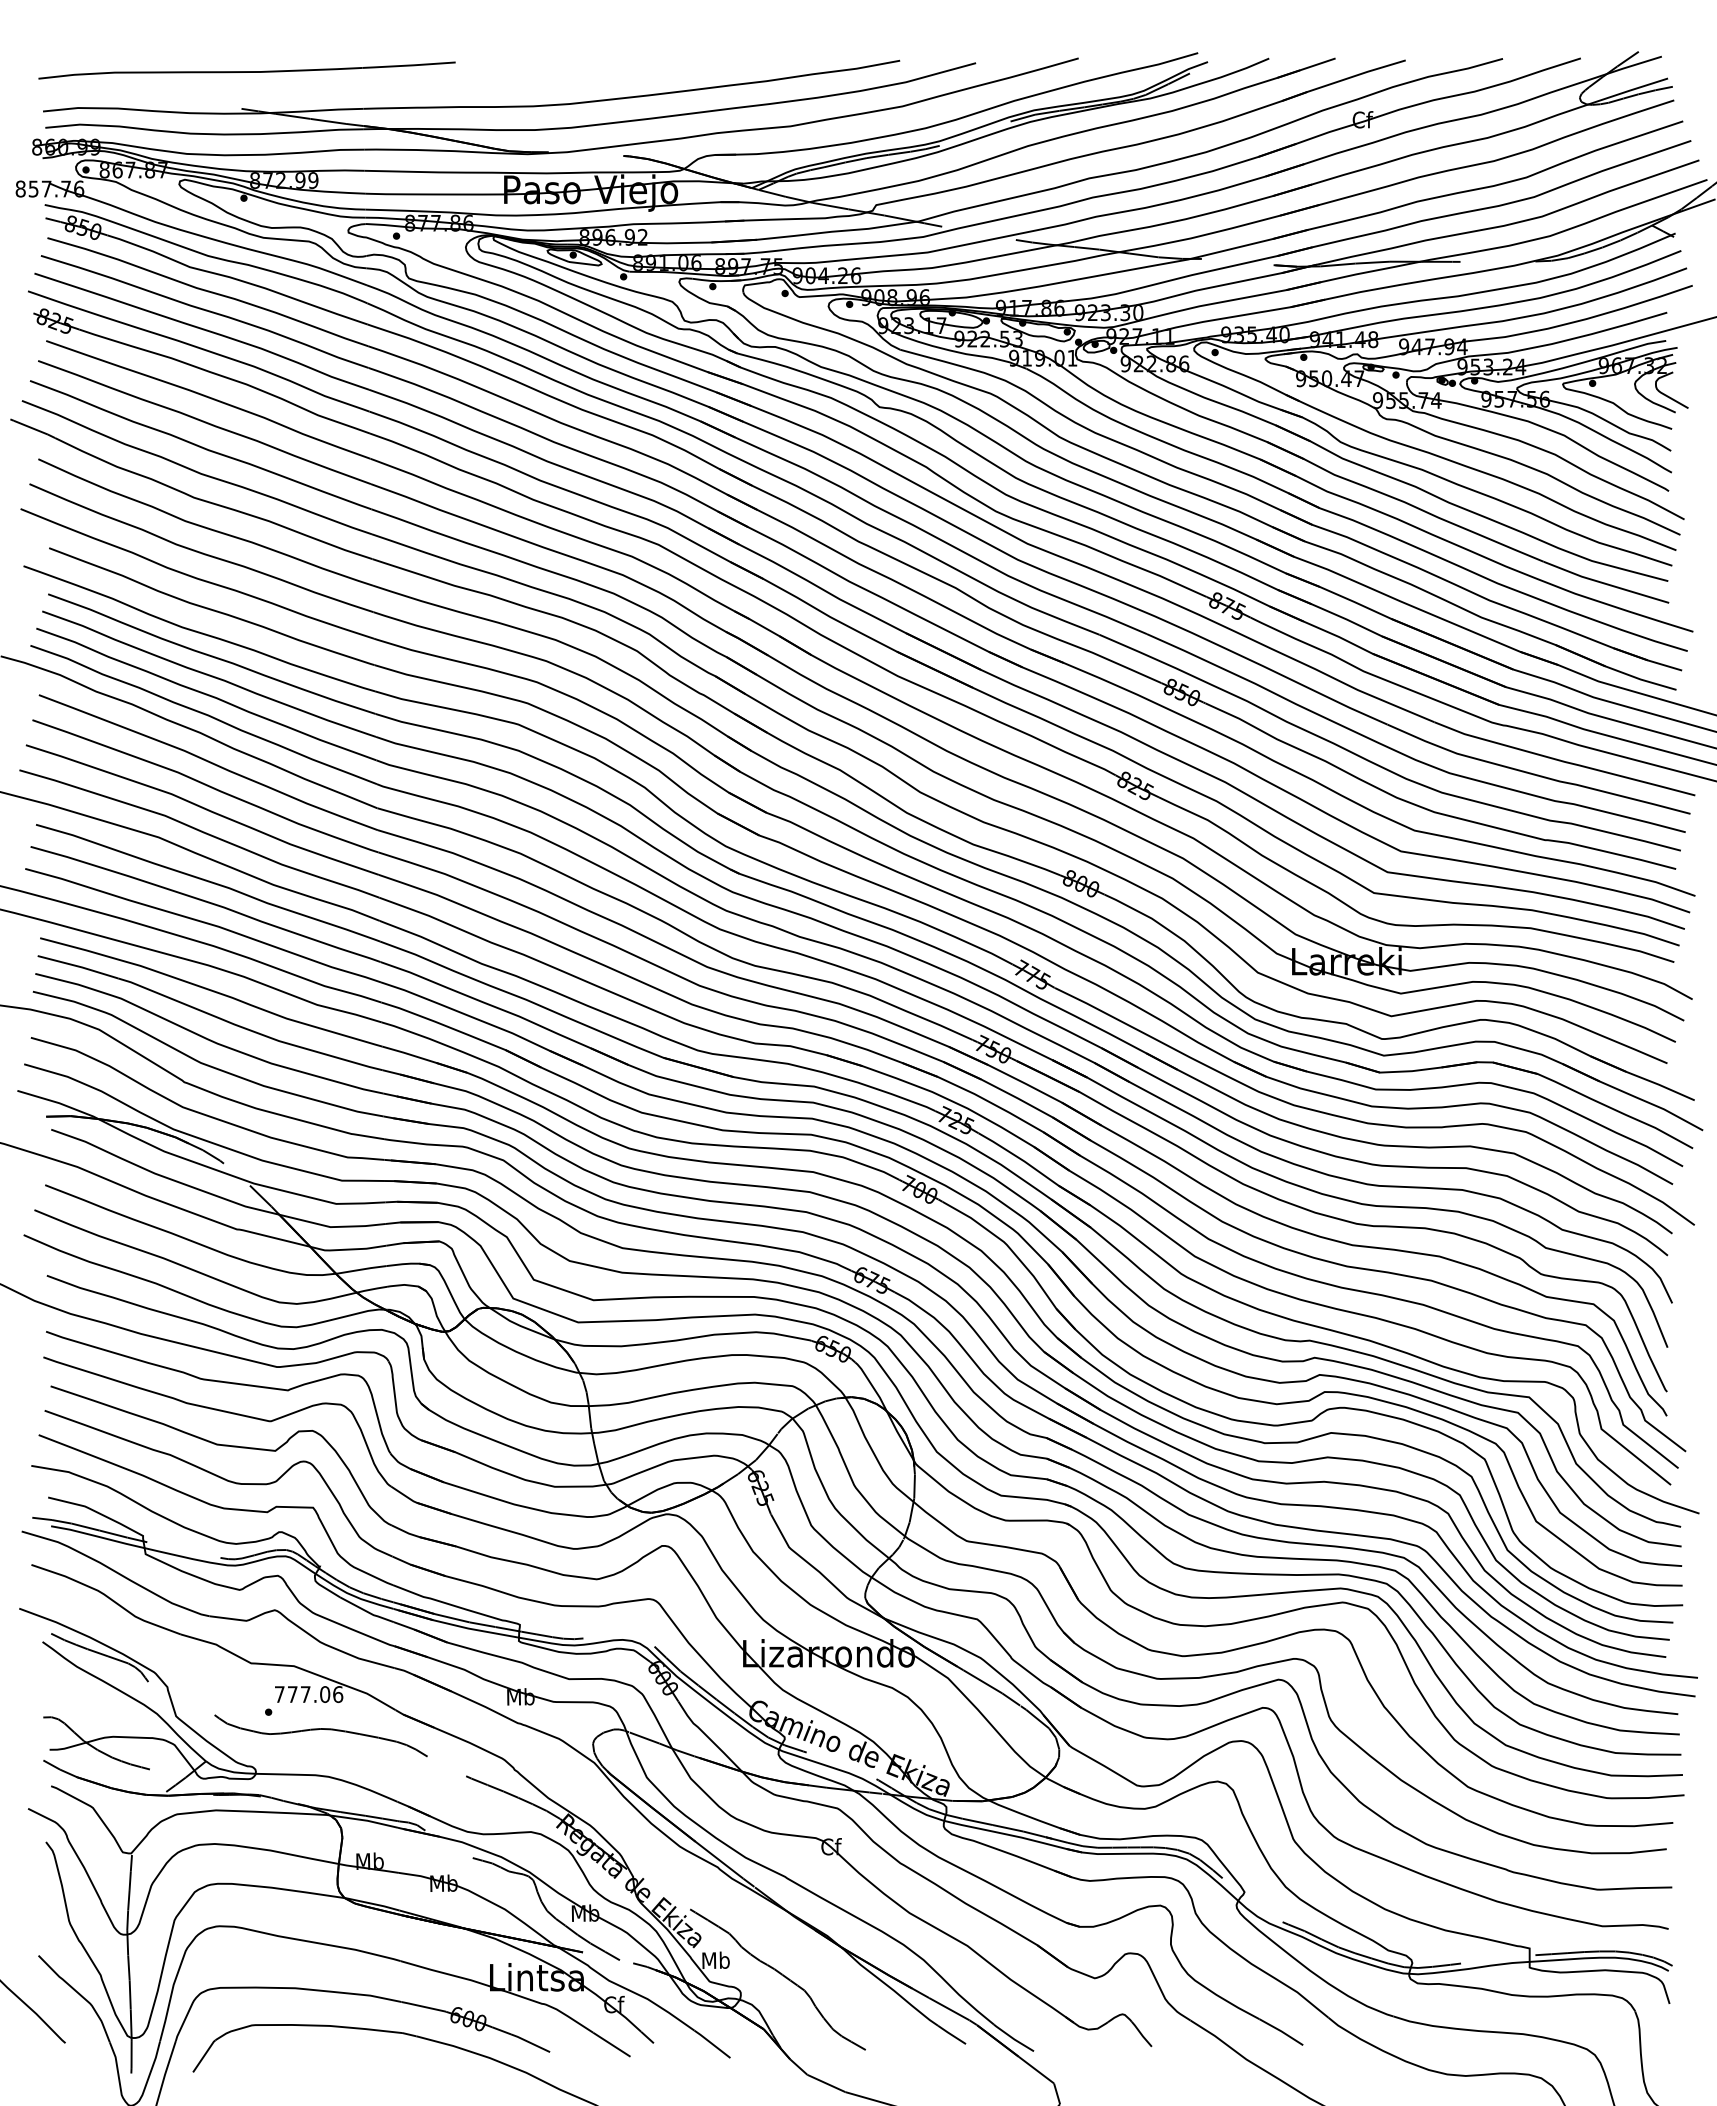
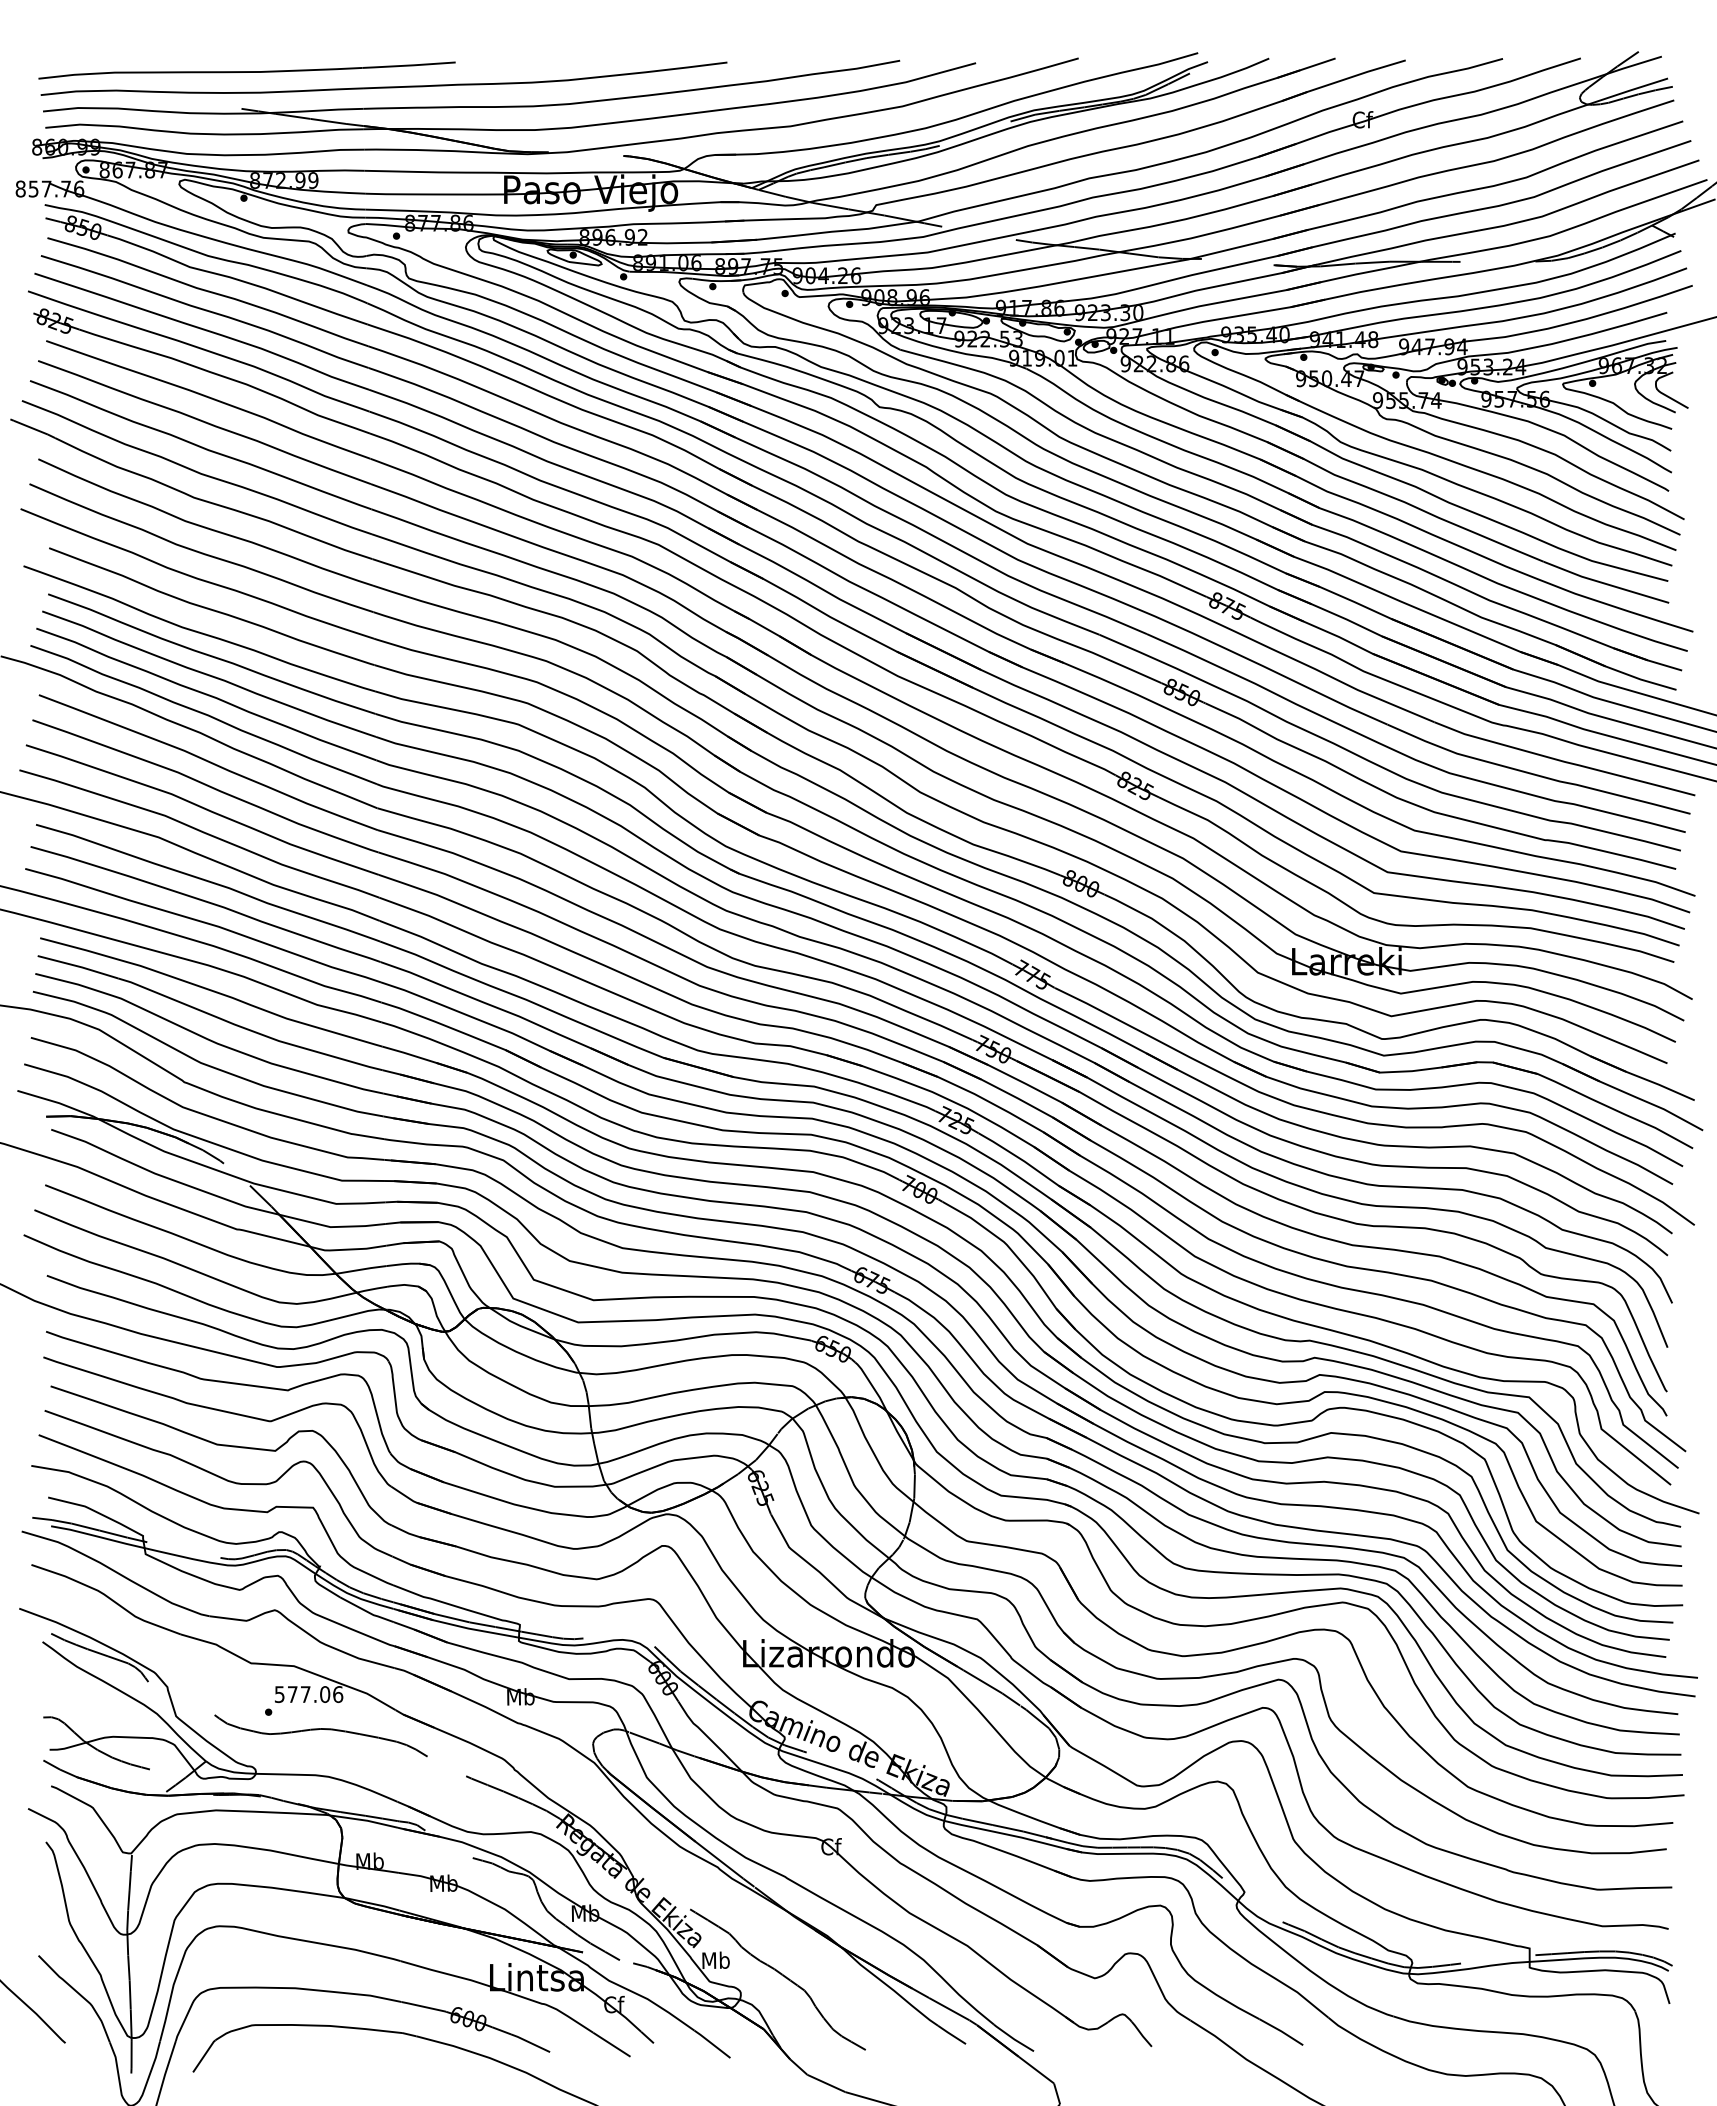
part at (383, 86): none -> present
text at (279, 1694): 777.06 -> 577.06
